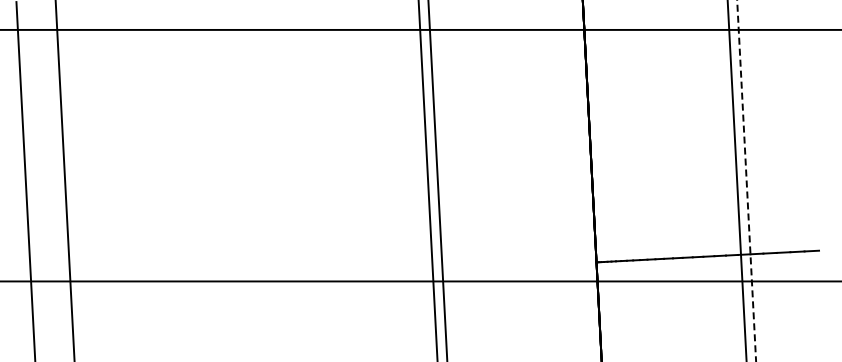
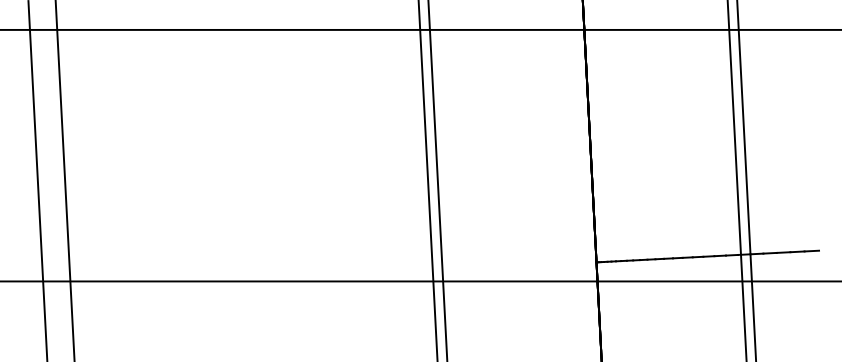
line at (25, 180) position: (25, 180) -> (37, 180)
line at (746, 181): dashed -> solid
